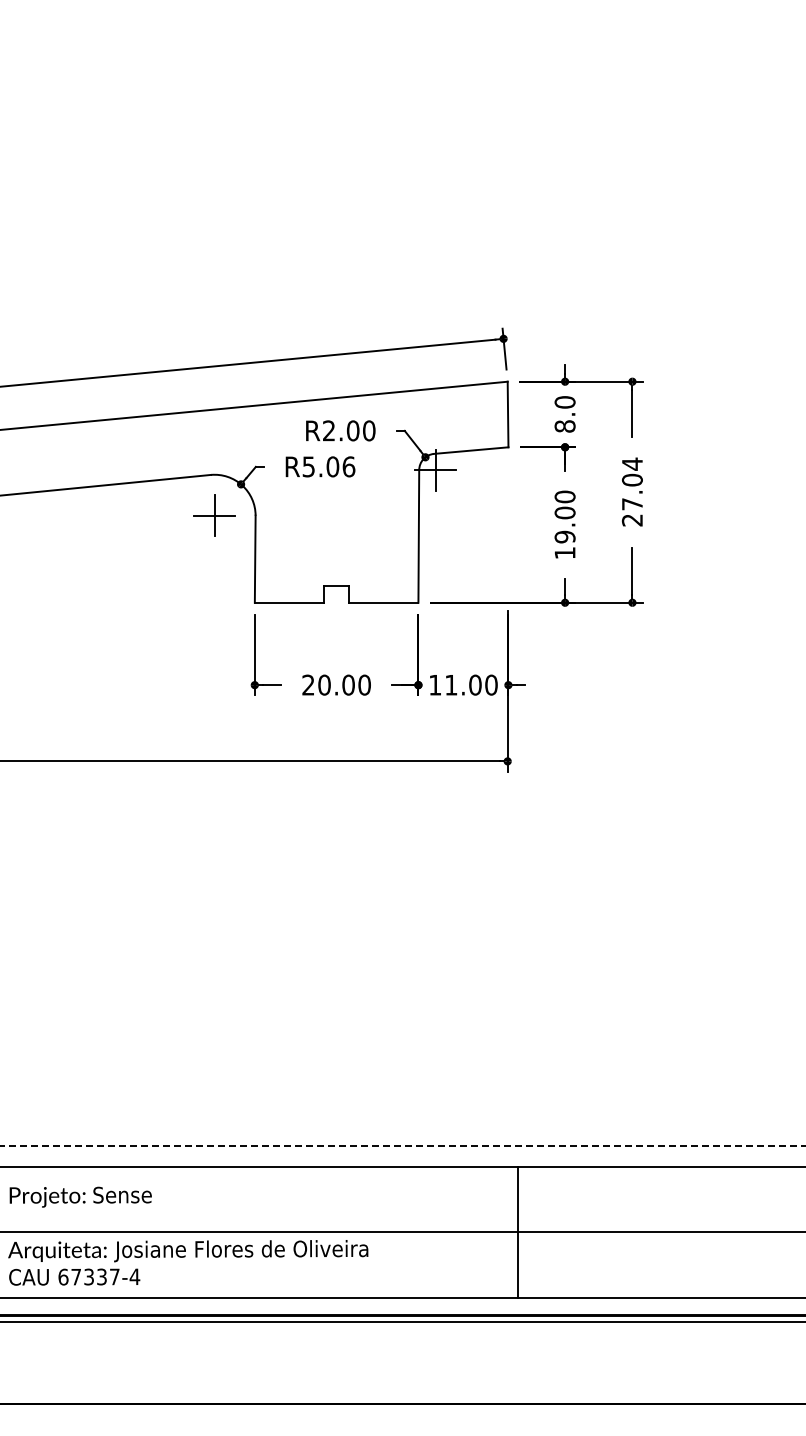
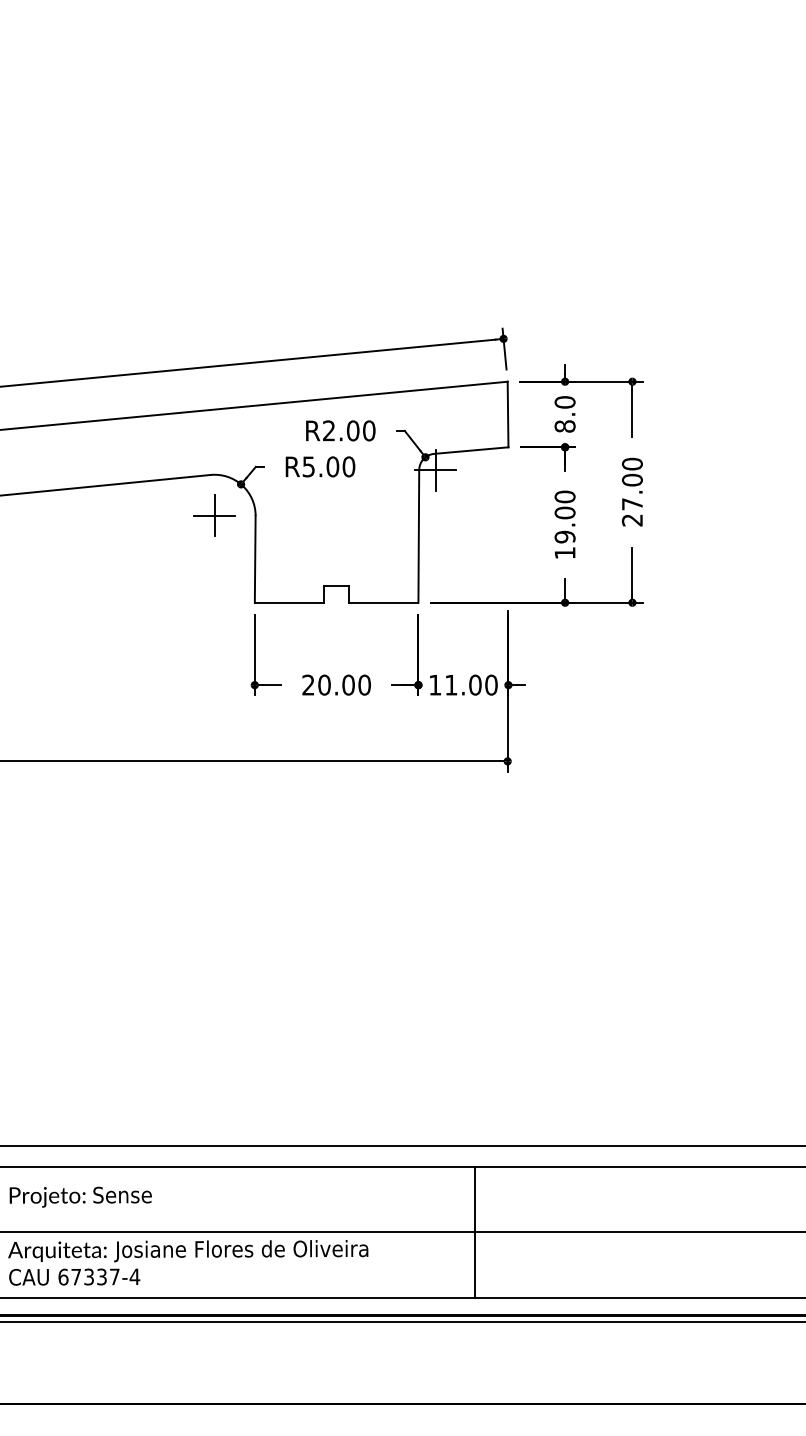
text at (631, 463): 27.04 -> 27.00
text at (348, 466): R5.06 -> R5.00
line at (402, 1146): dashed -> solid
line at (518, 1232) position: (518, 1232) -> (475, 1232)
